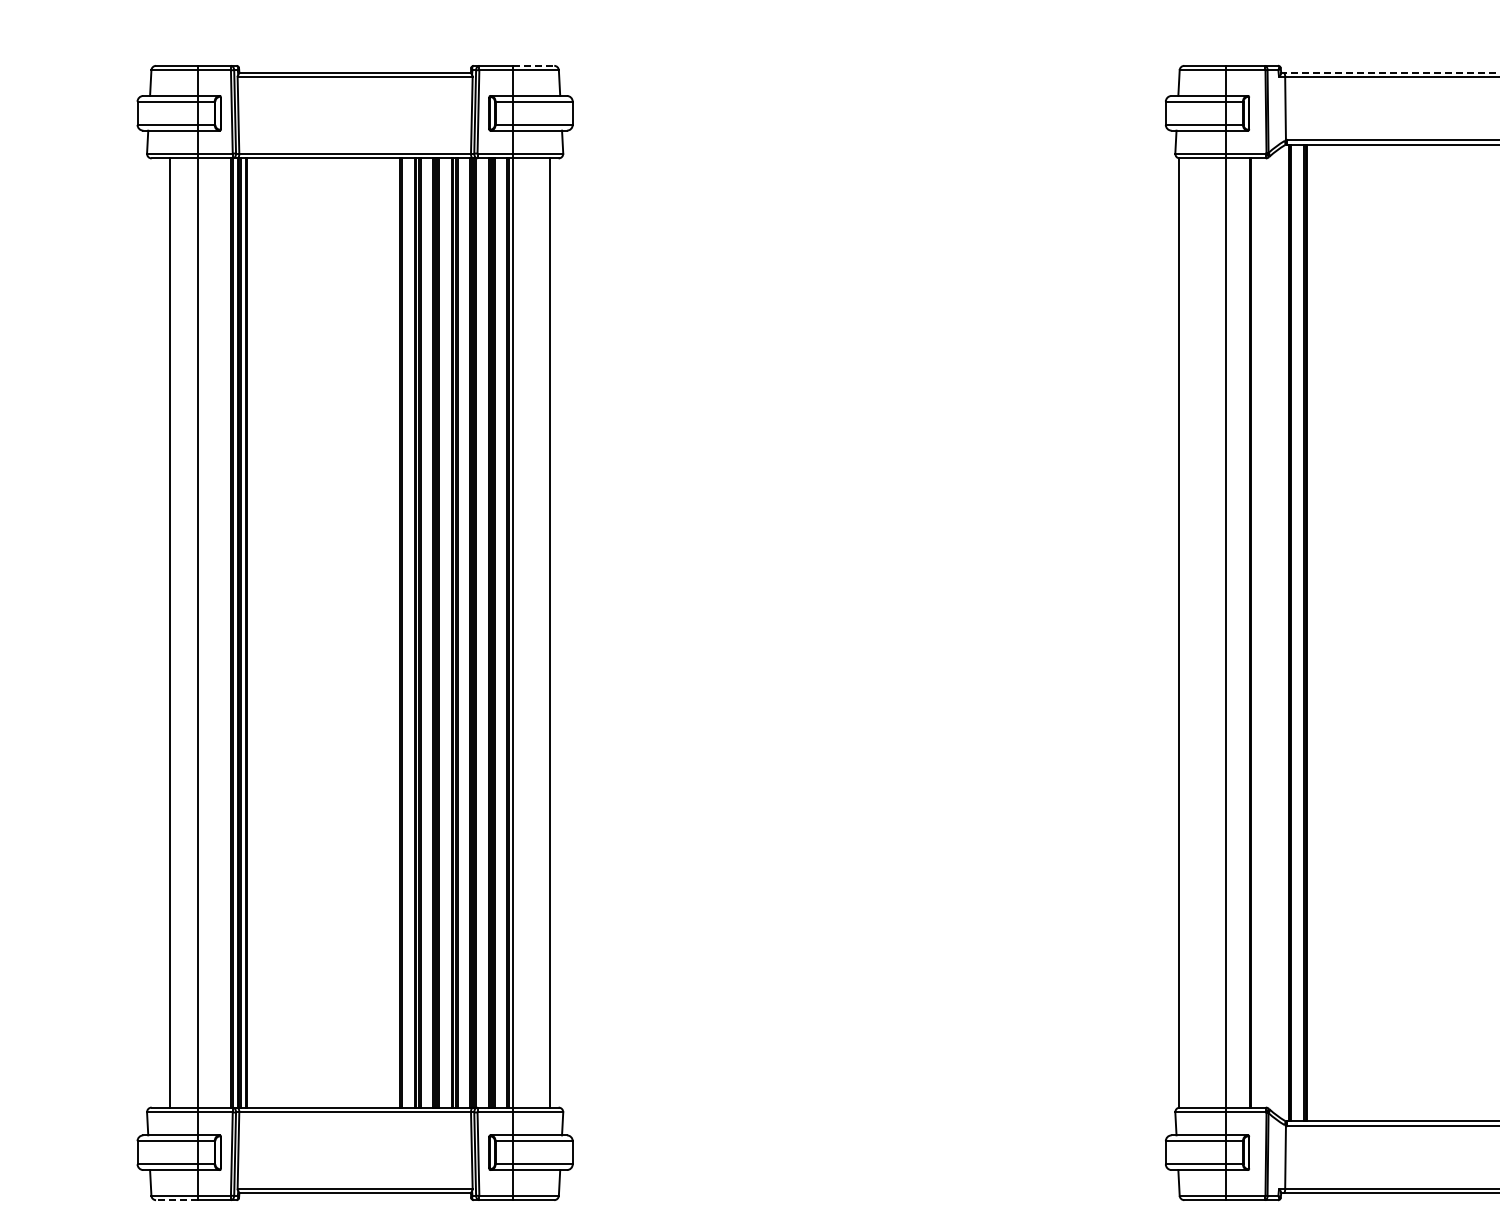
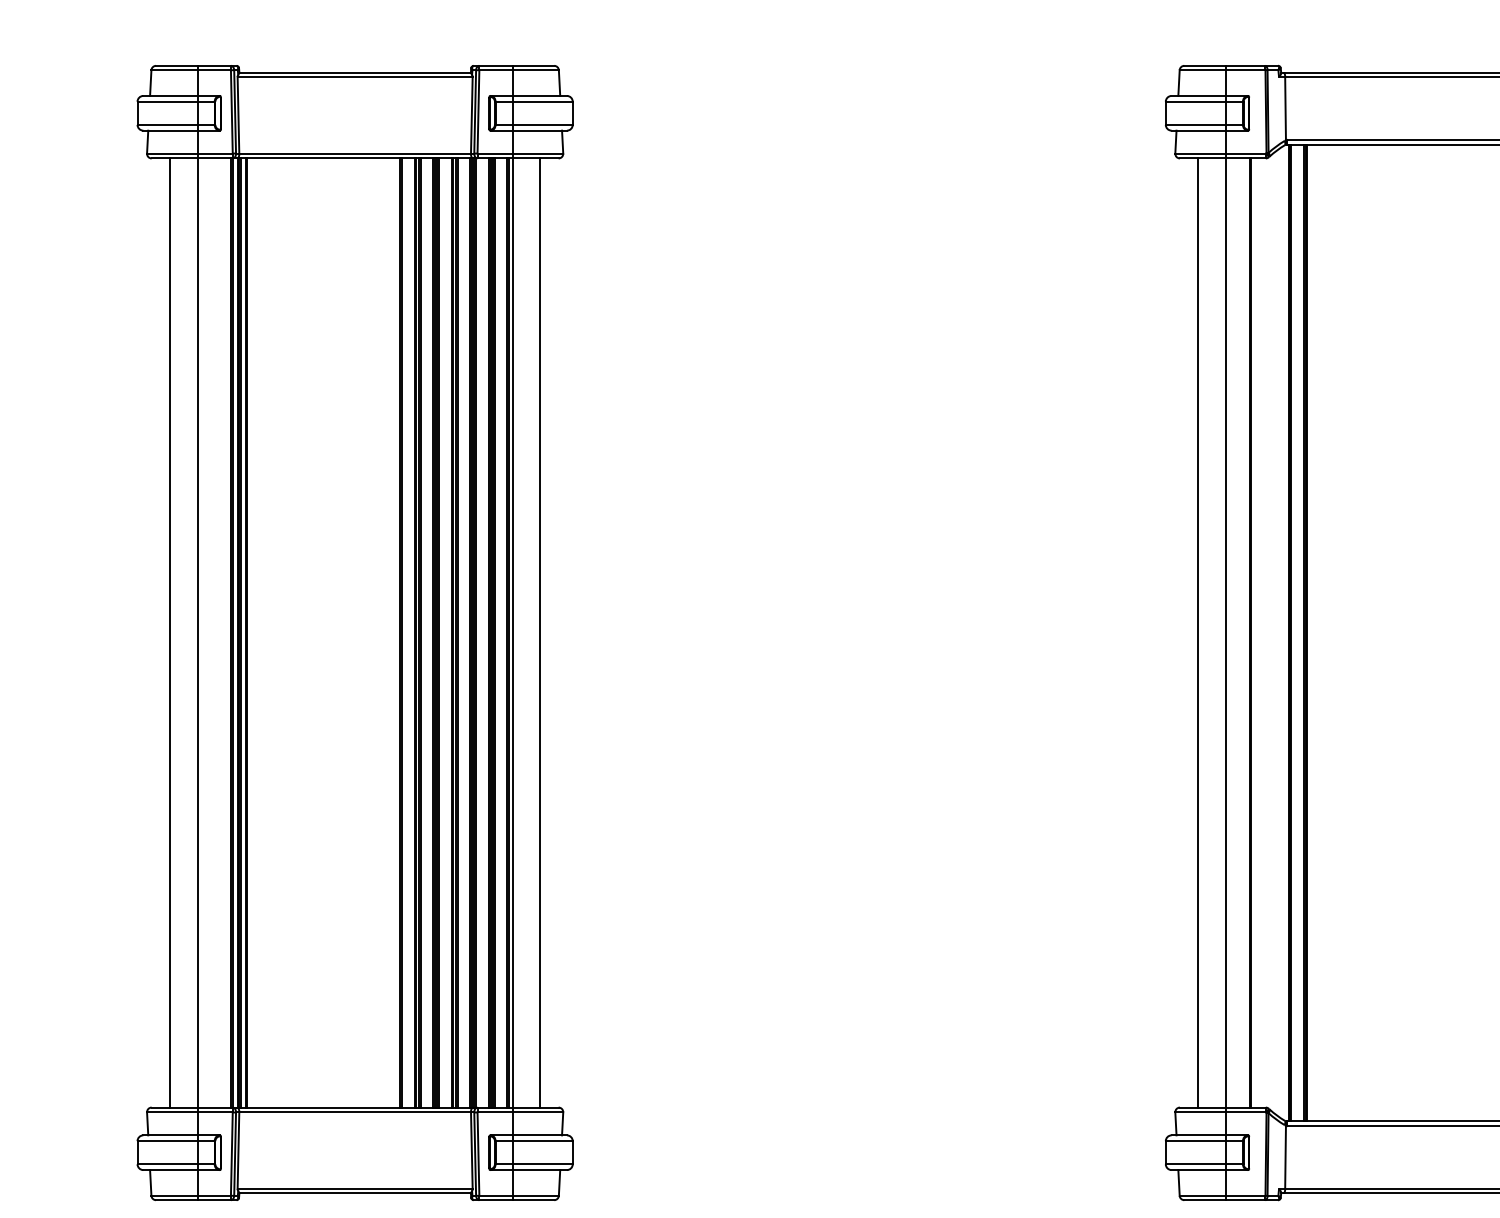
line at (533, 65): dashed -> solid
line at (1391, 72): dashed -> solid
line at (550, 632) position: (550, 632) -> (540, 632)
line at (1179, 632) position: (1179, 632) -> (1198, 632)
line at (176, 1200): dashed -> solid
